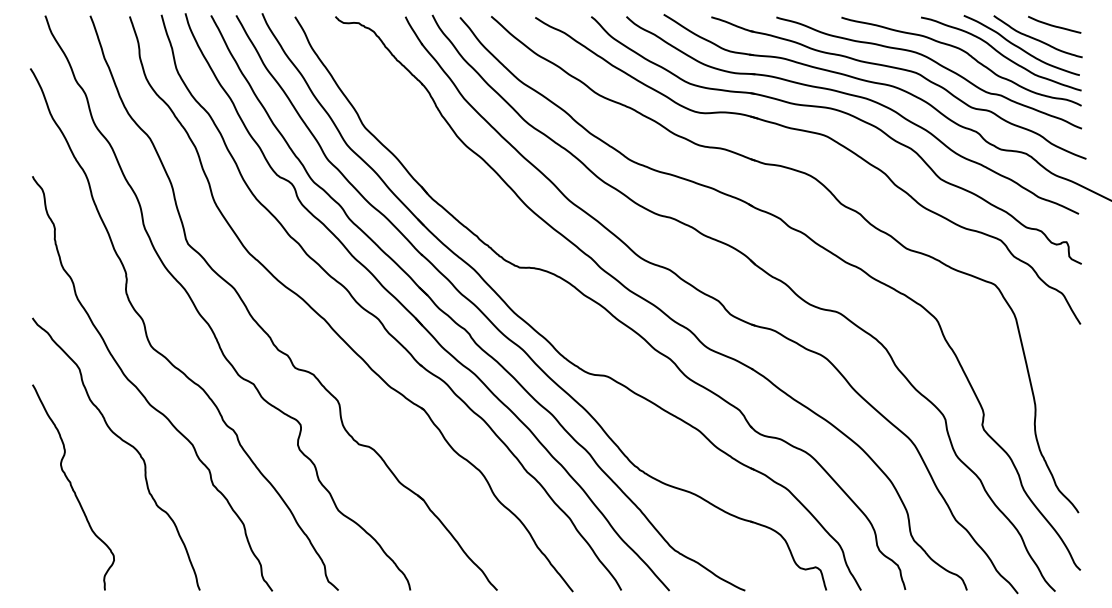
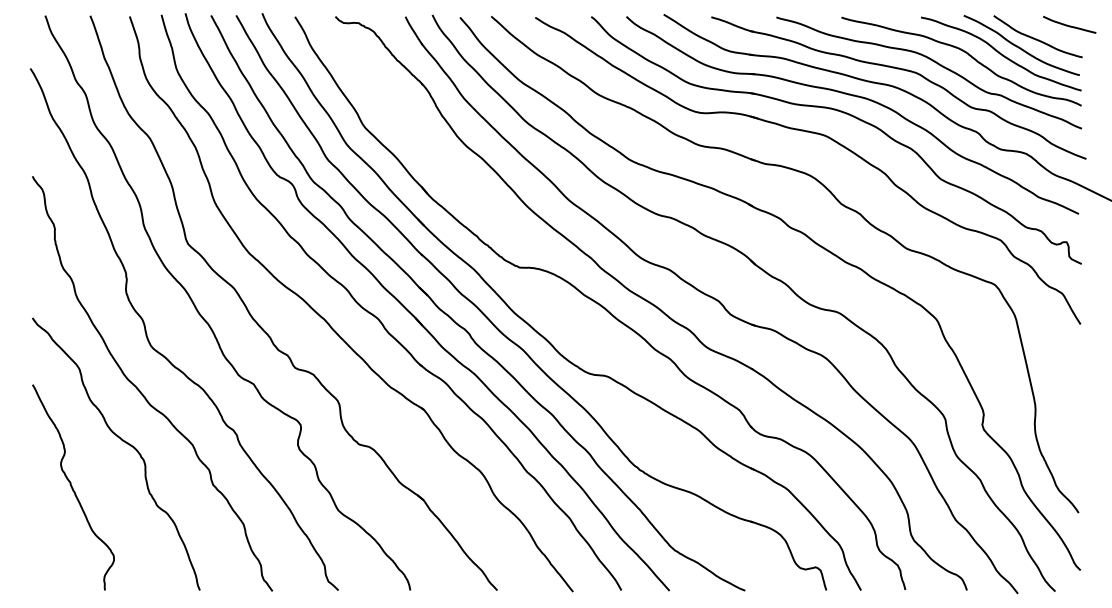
curve at (1054, 25) position: (1054, 25) -> (1069, 25)
